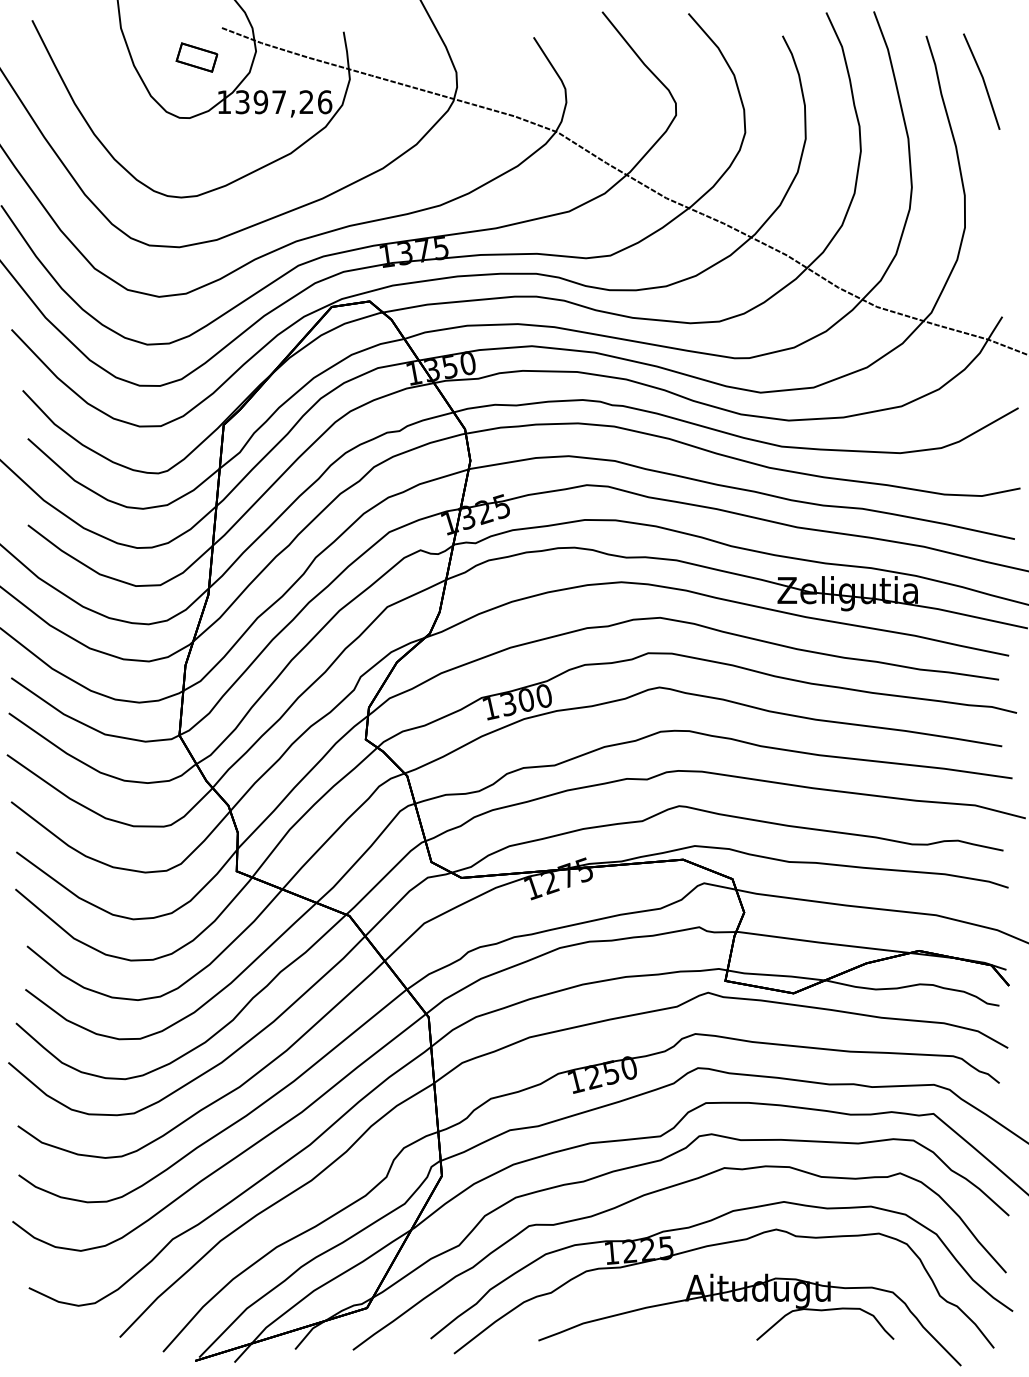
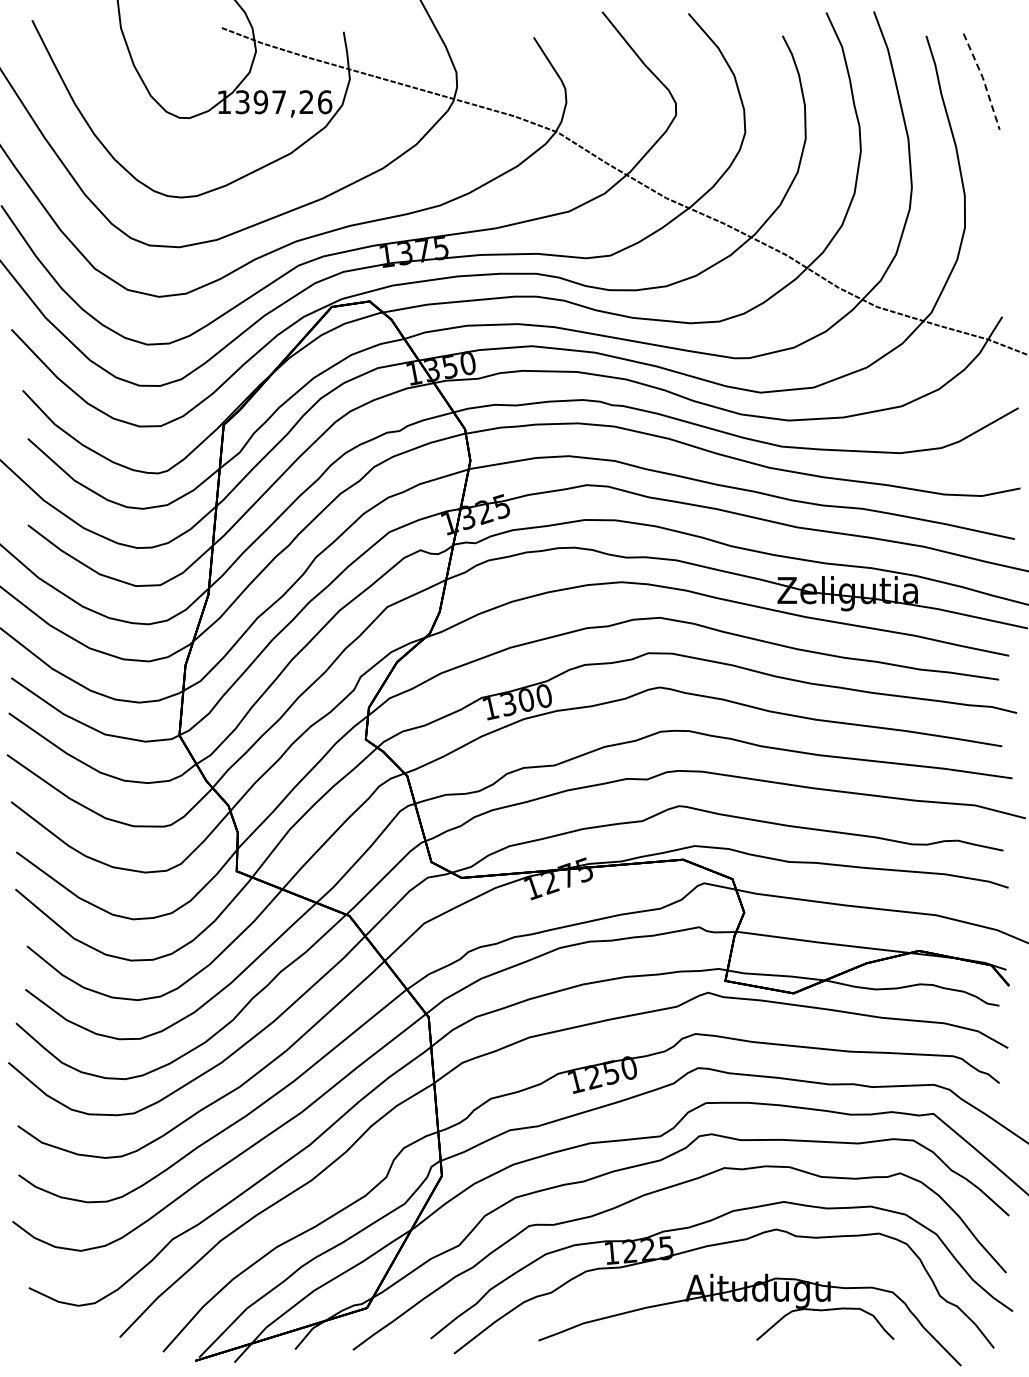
part at (196, 57): present -> none
line at (983, 80): solid -> dashed
